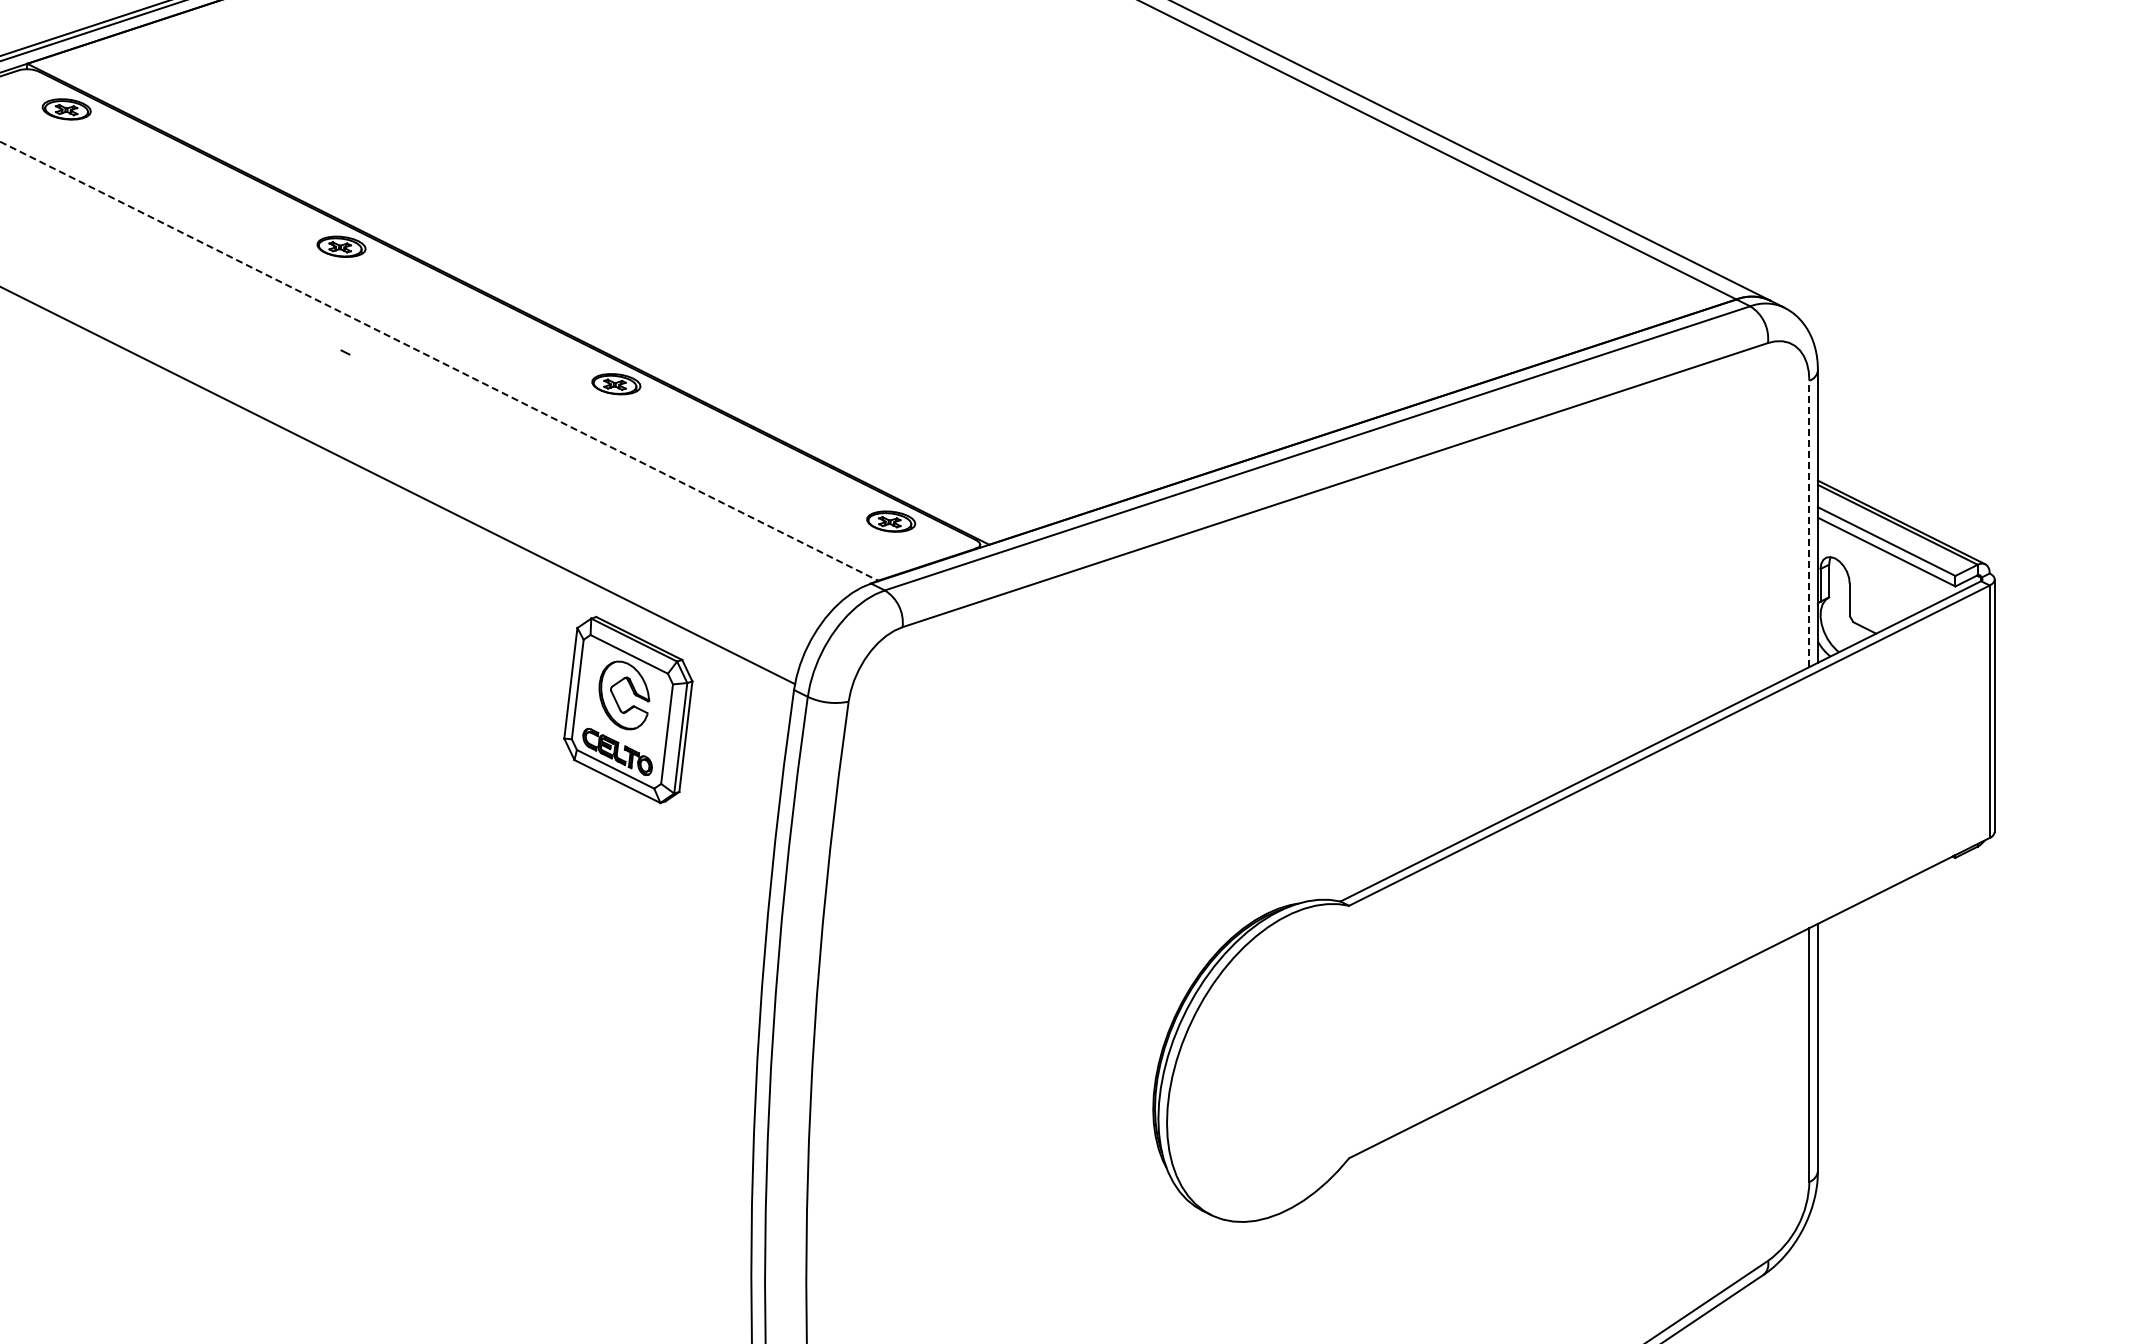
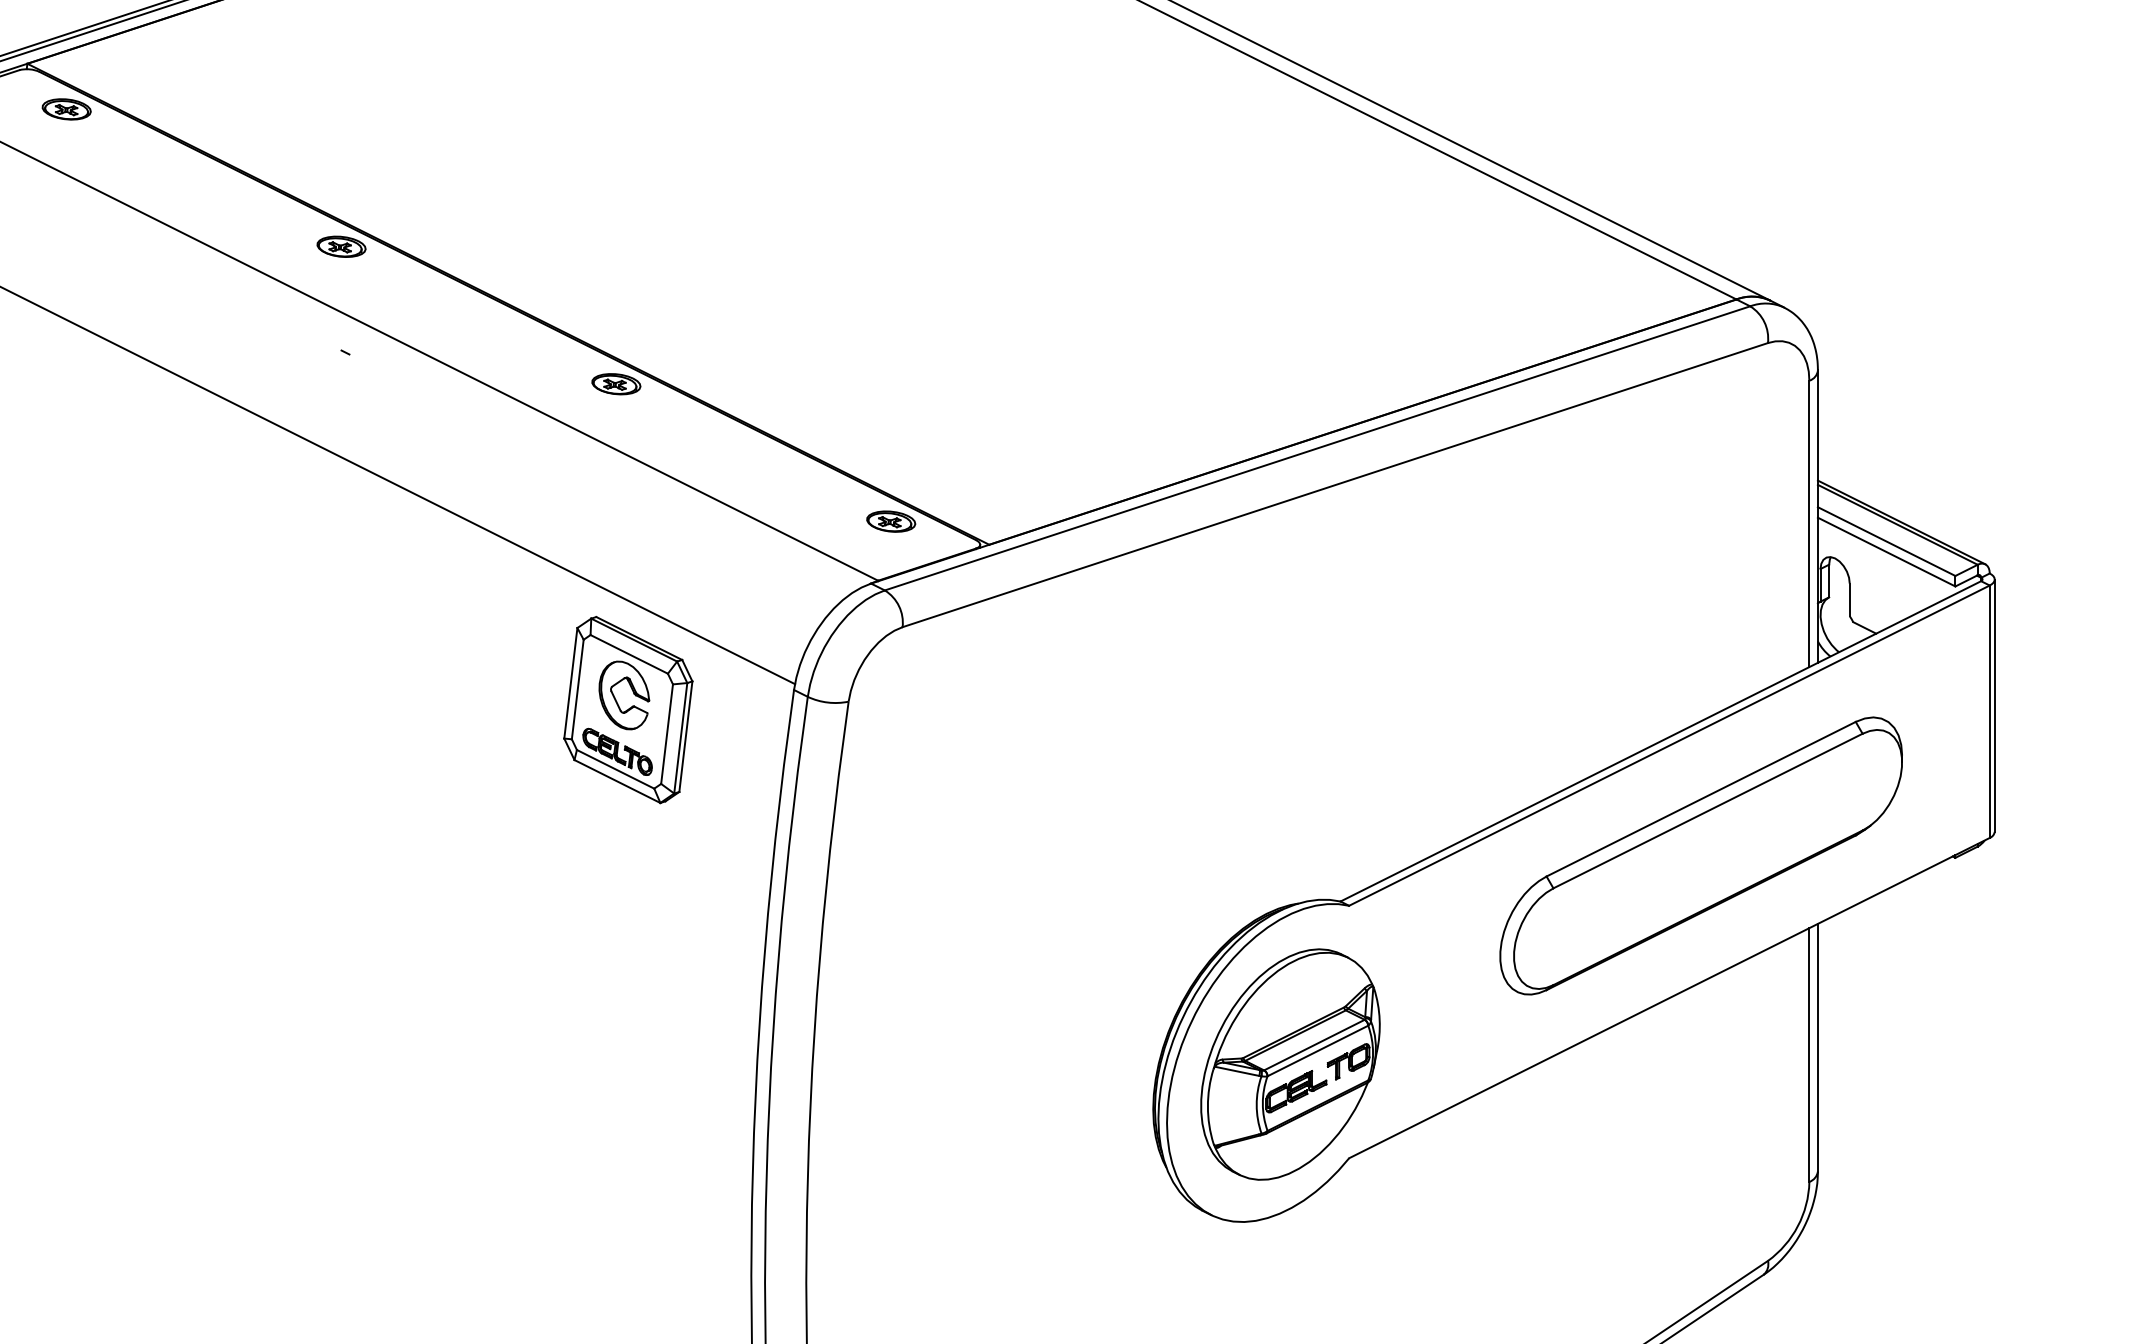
line at (439, 361): dashed -> solid
line at (1809, 523): dashed -> solid
part at (1700, 855): none -> present
part at (1290, 1064): none -> present
